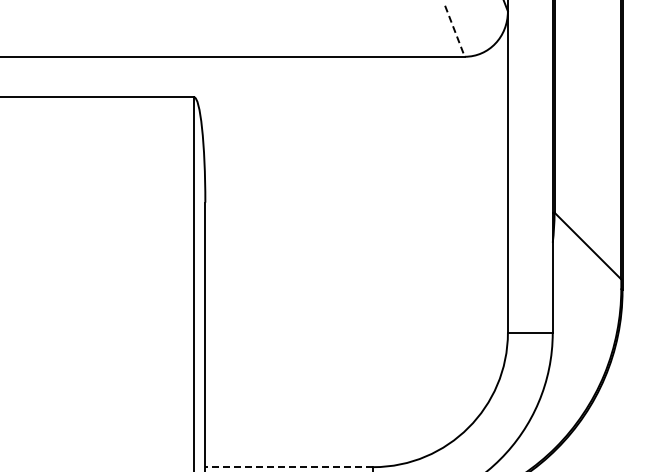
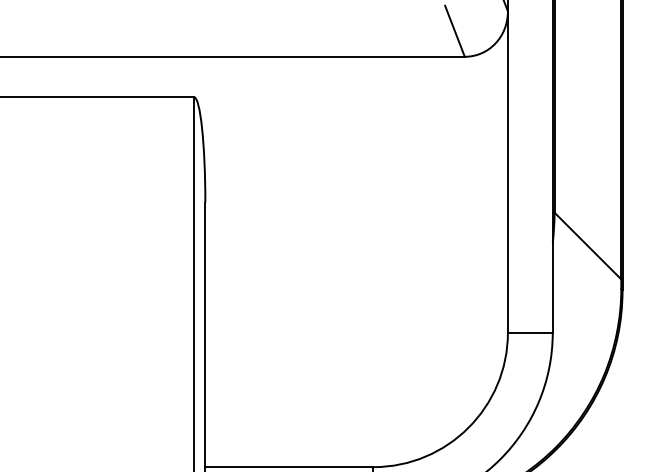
line at (455, 31): dashed -> solid
line at (288, 467): dashed -> solid
